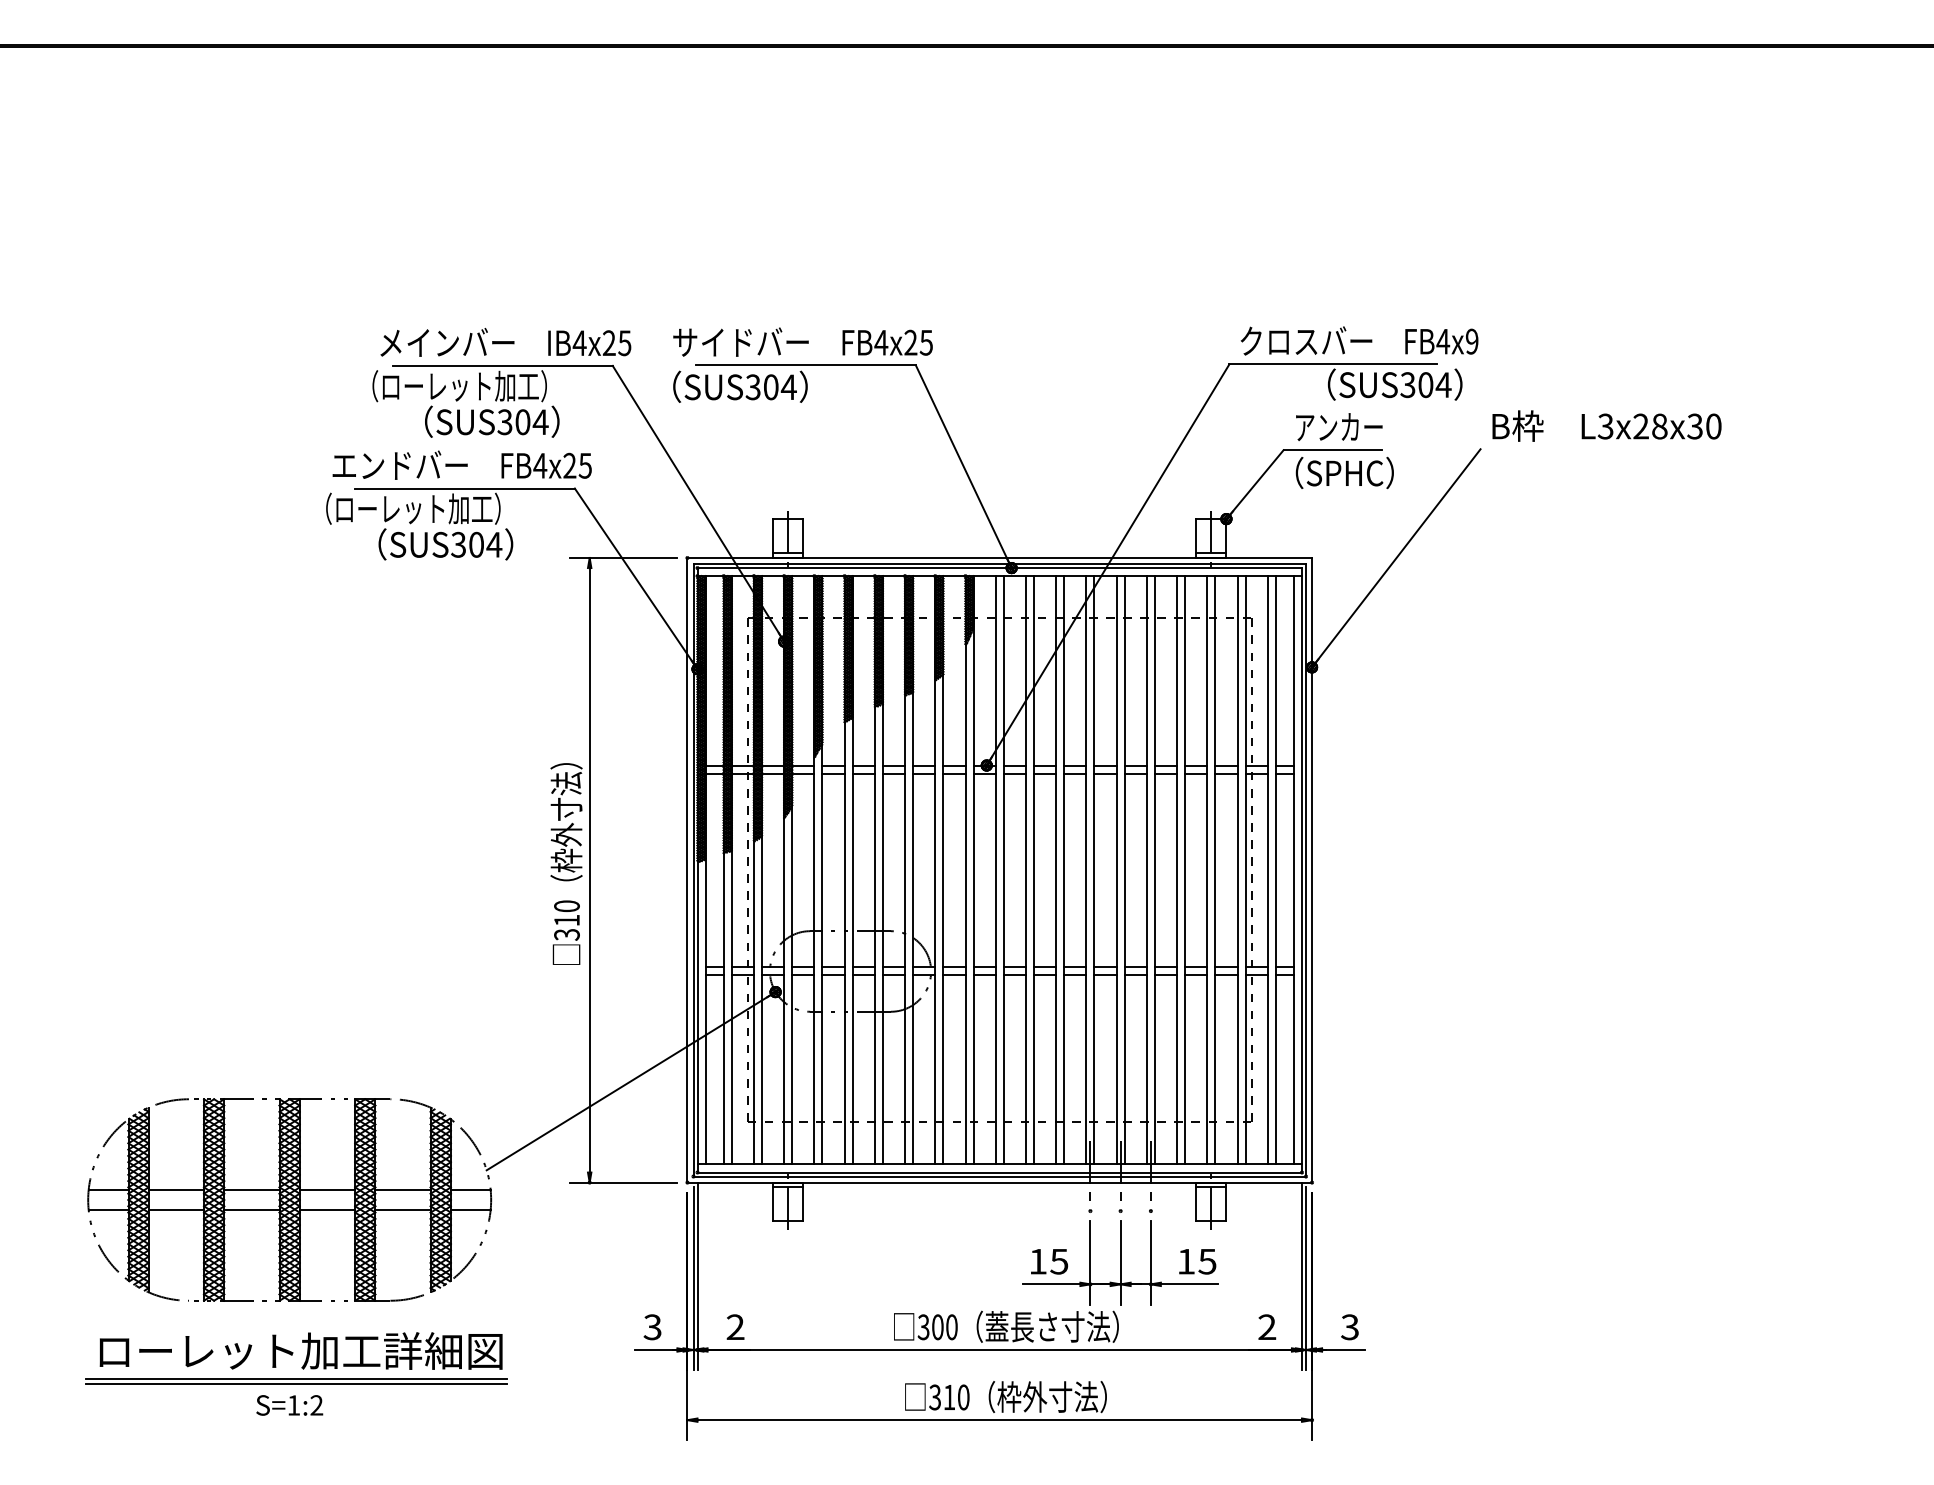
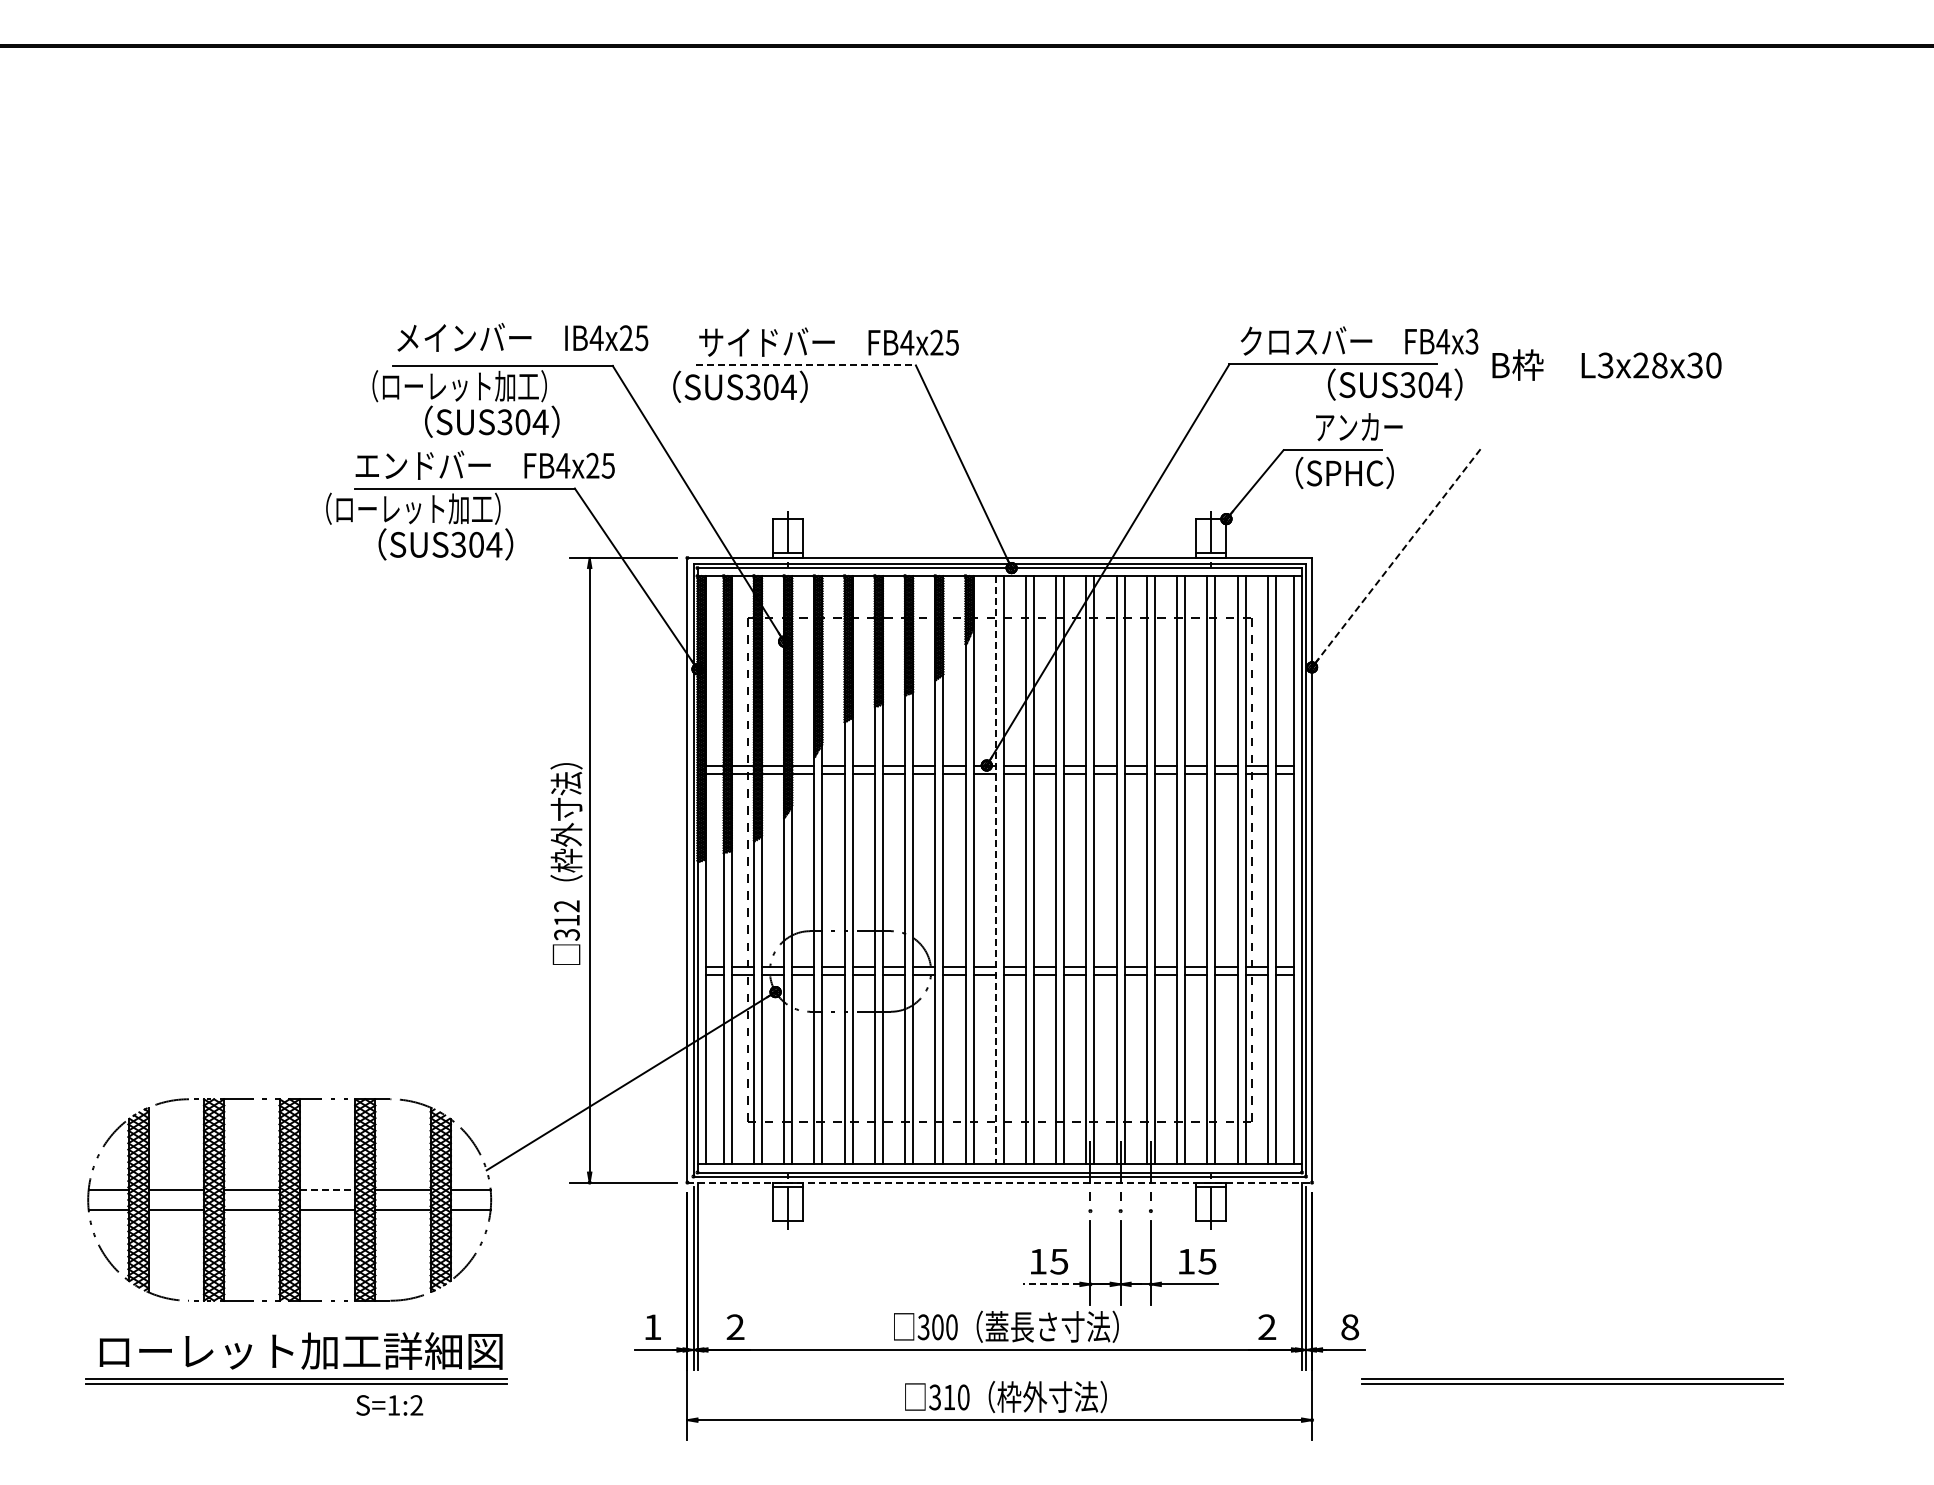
text at (802, 341) position: (802, 341) -> (828, 341)
text at (1471, 341): FB4x9 -> FB4x3
text at (505, 342) position: (505, 342) -> (522, 337)
line at (806, 365): solid -> dashed
text at (1606, 425) position: (1606, 425) -> (1606, 364)
text at (1339, 426) position: (1339, 426) -> (1359, 426)
text at (461, 464) position: (461, 464) -> (484, 464)
line at (1396, 557): solid -> dashed
line at (995, 870): solid -> dashed
text at (566, 906): 310 -> 312
line at (1000, 1182): solid -> dashed
line at (327, 1189): solid -> dashed
line at (1051, 1284): solid -> dashed
text at (652, 1327): 3 -> 1
text at (1350, 1327): 3 -> 8
part at (1572, 1381): none -> present
text at (289, 1405) position: (289, 1405) -> (389, 1405)
